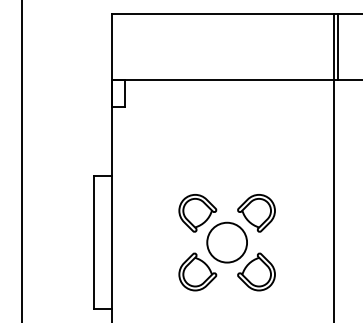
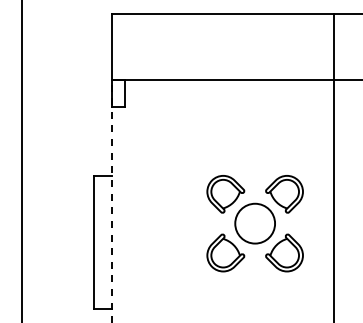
line at (337, 46): present -> none
line at (112, 201): solid -> dashed
part at (226, 242) position: (226, 242) -> (254, 223)
